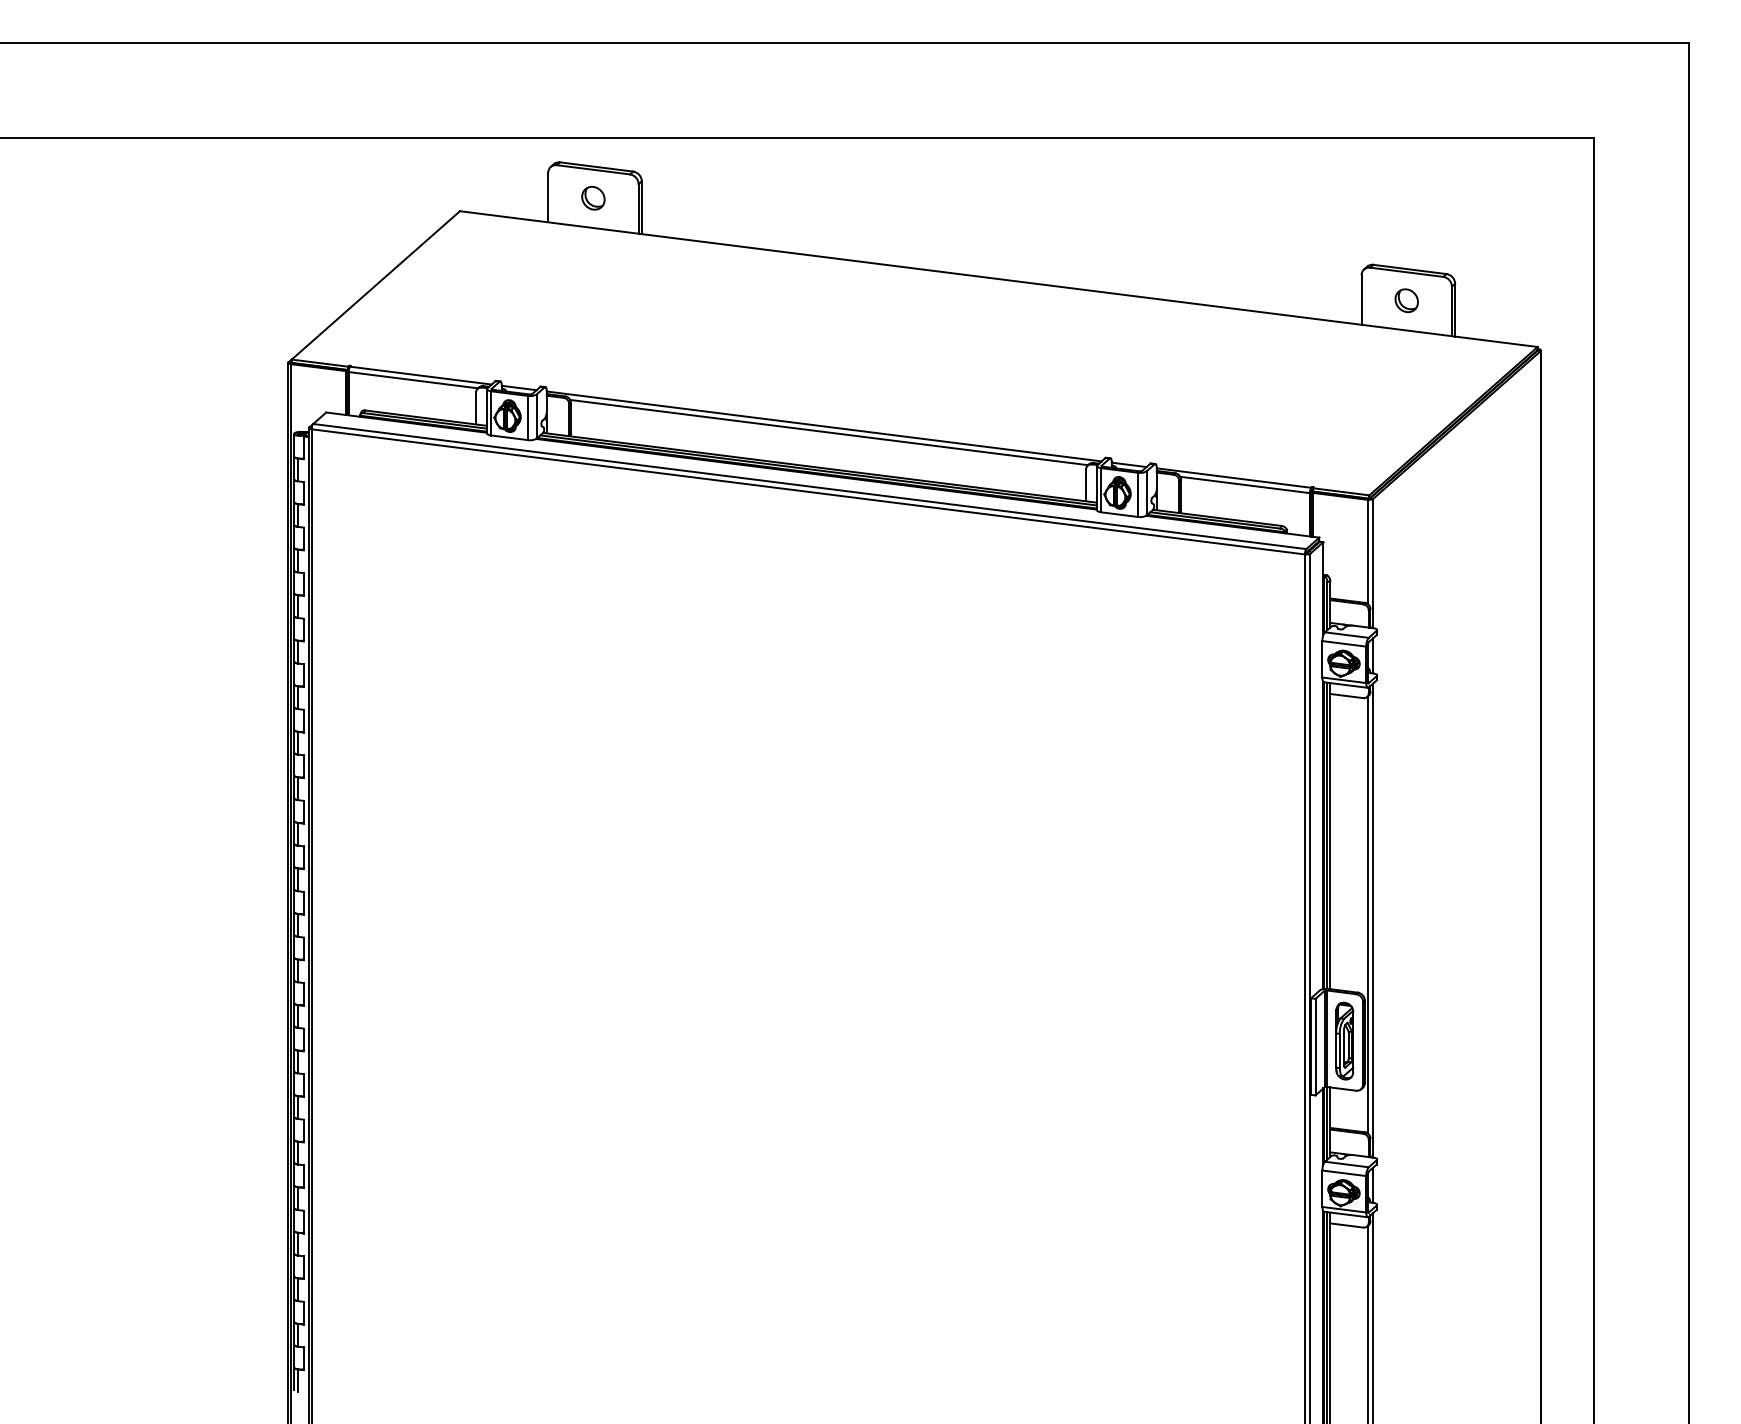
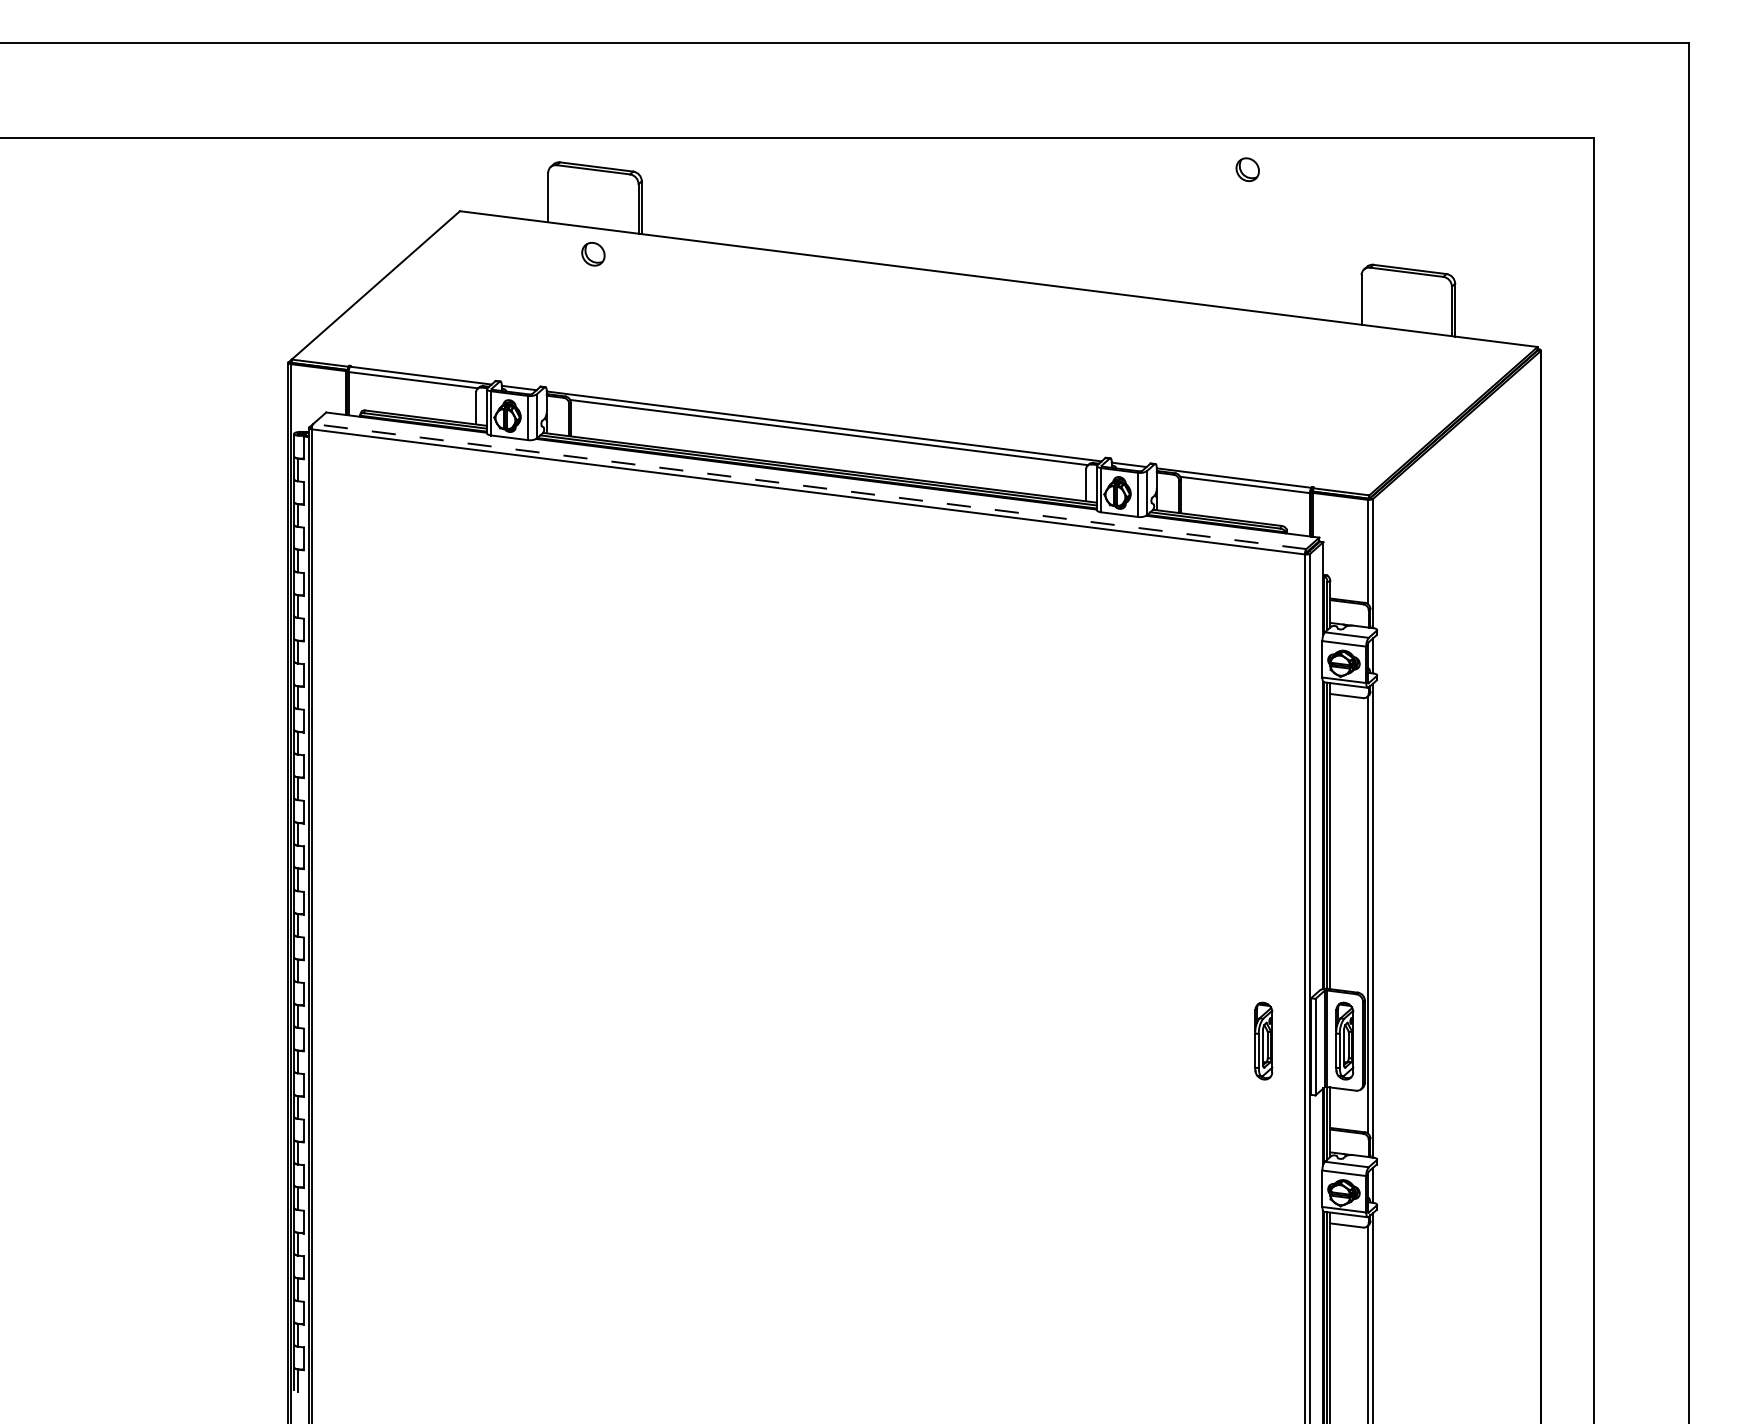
part at (593, 198) position: (593, 198) -> (593, 254)
part at (1406, 300) position: (1406, 300) -> (1247, 169)
line at (809, 486): solid -> dashed
part at (1263, 1040): none -> present
